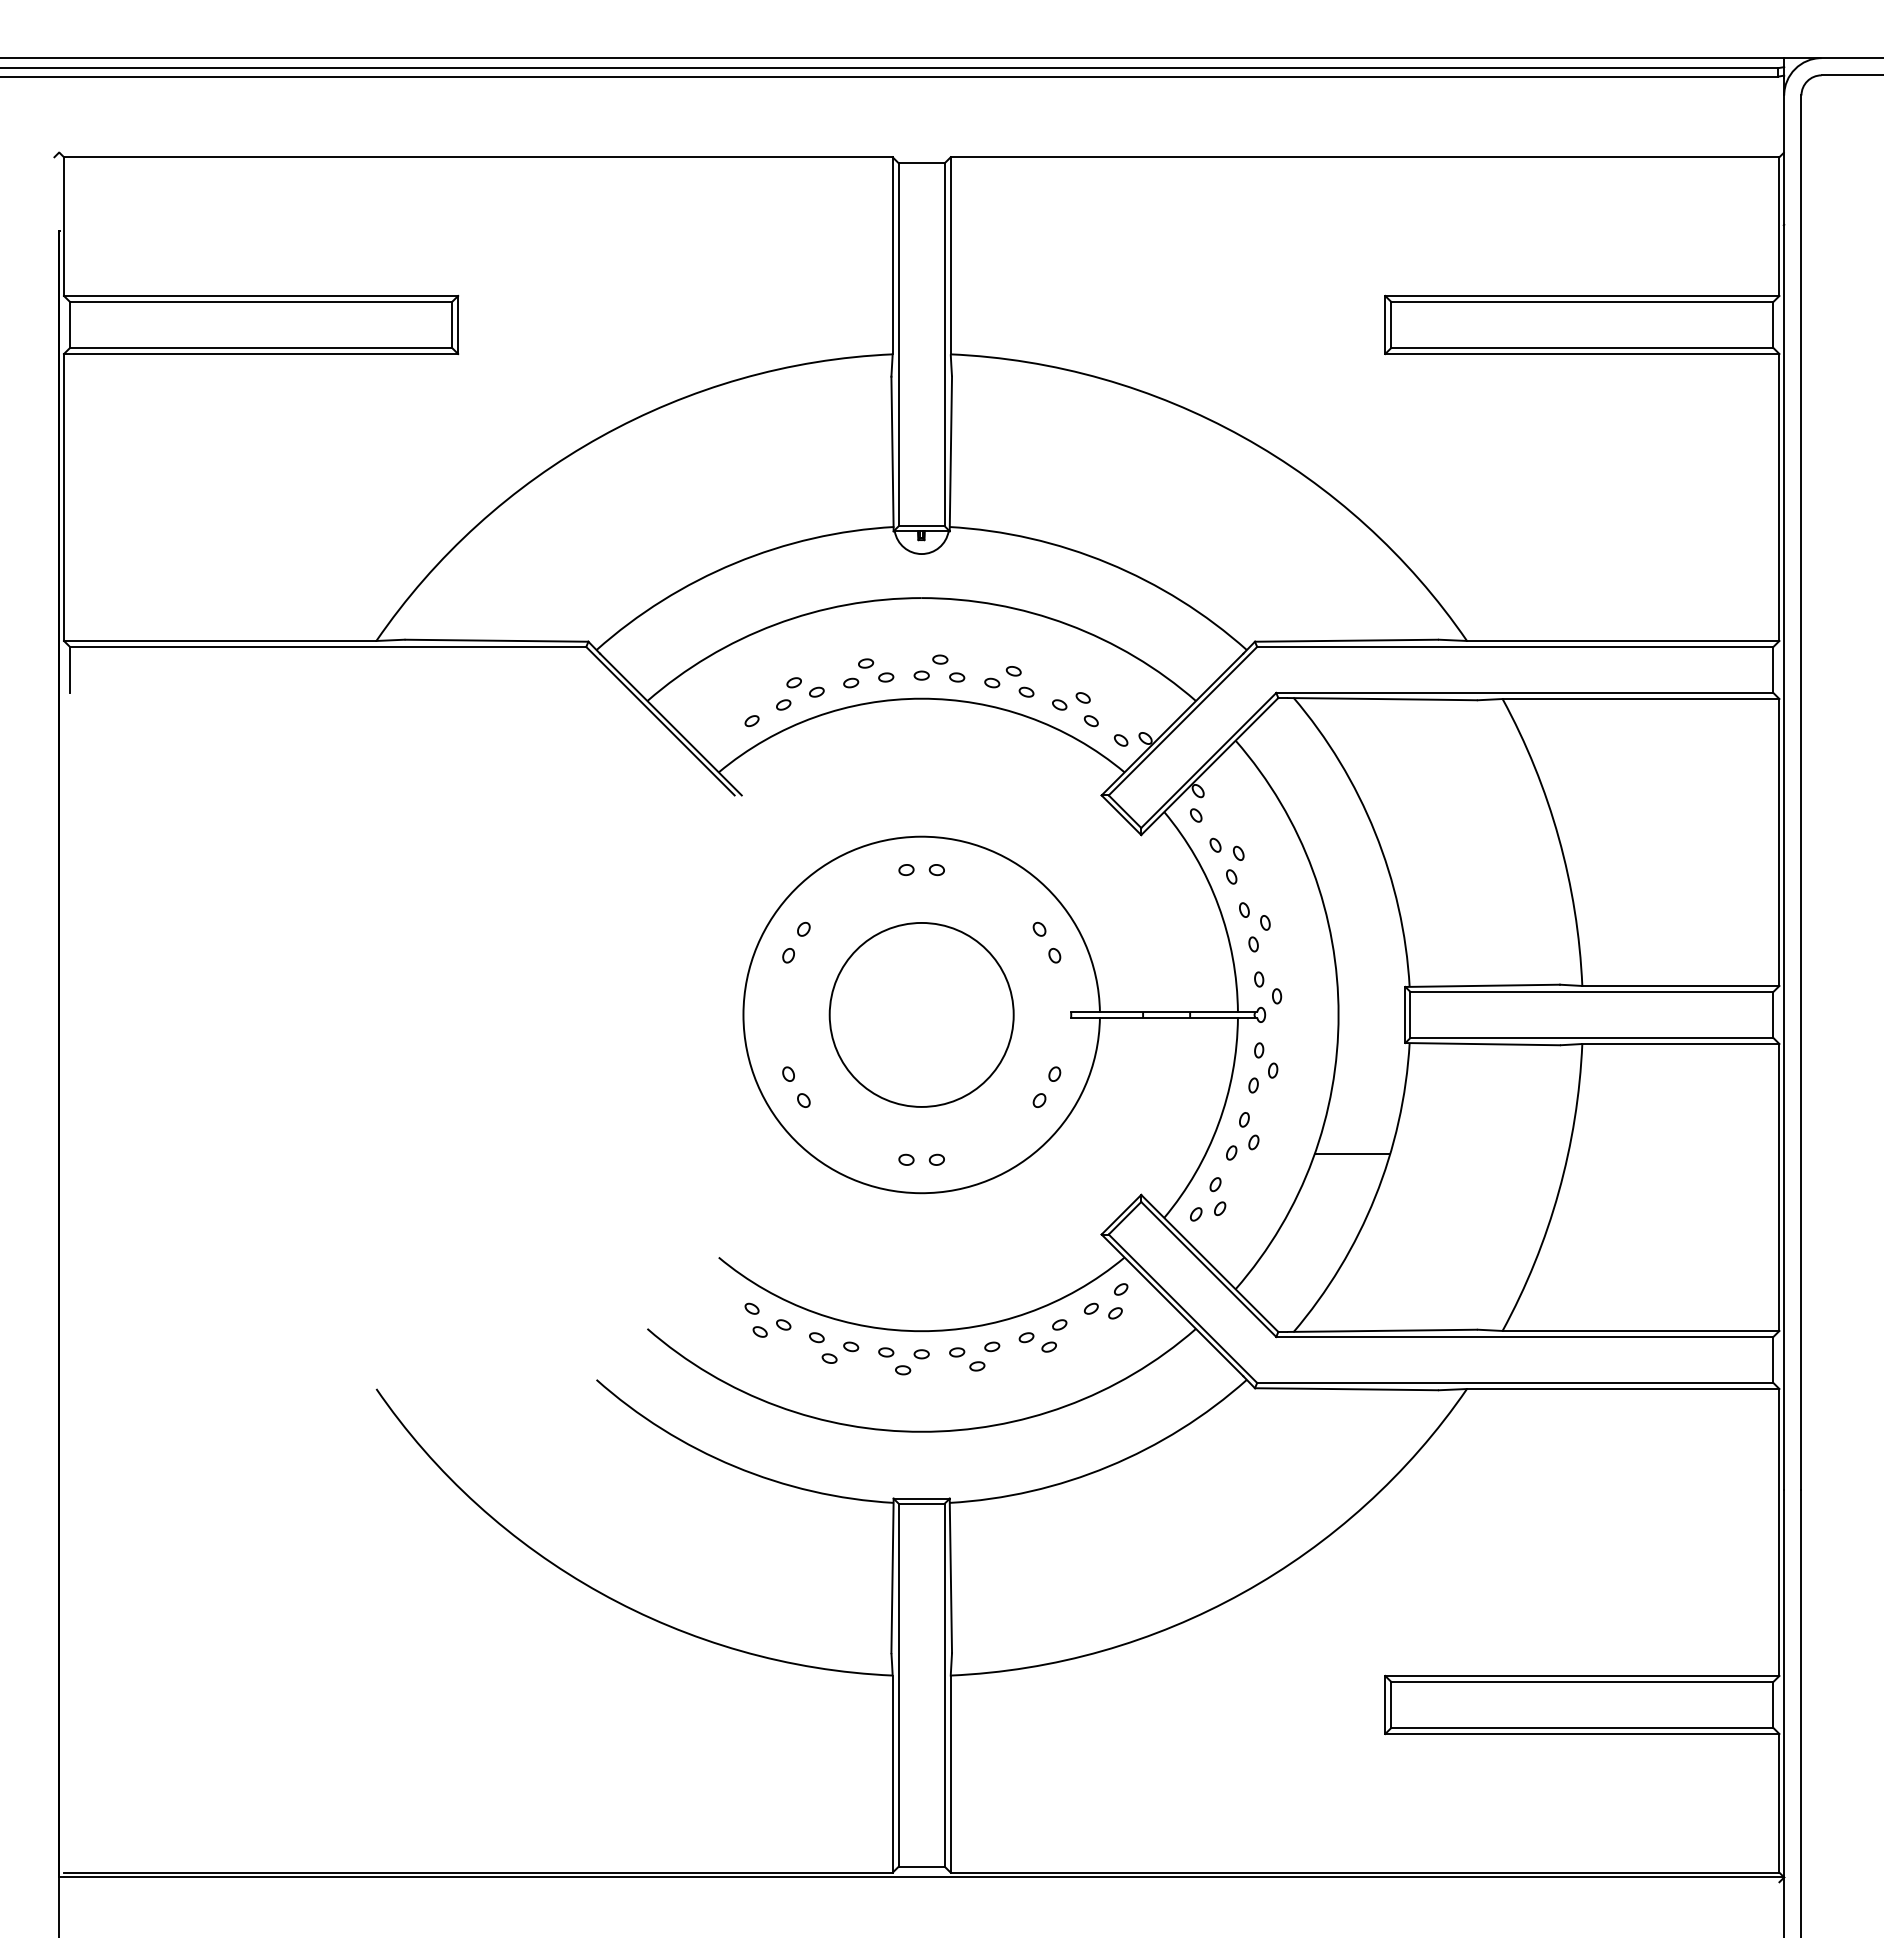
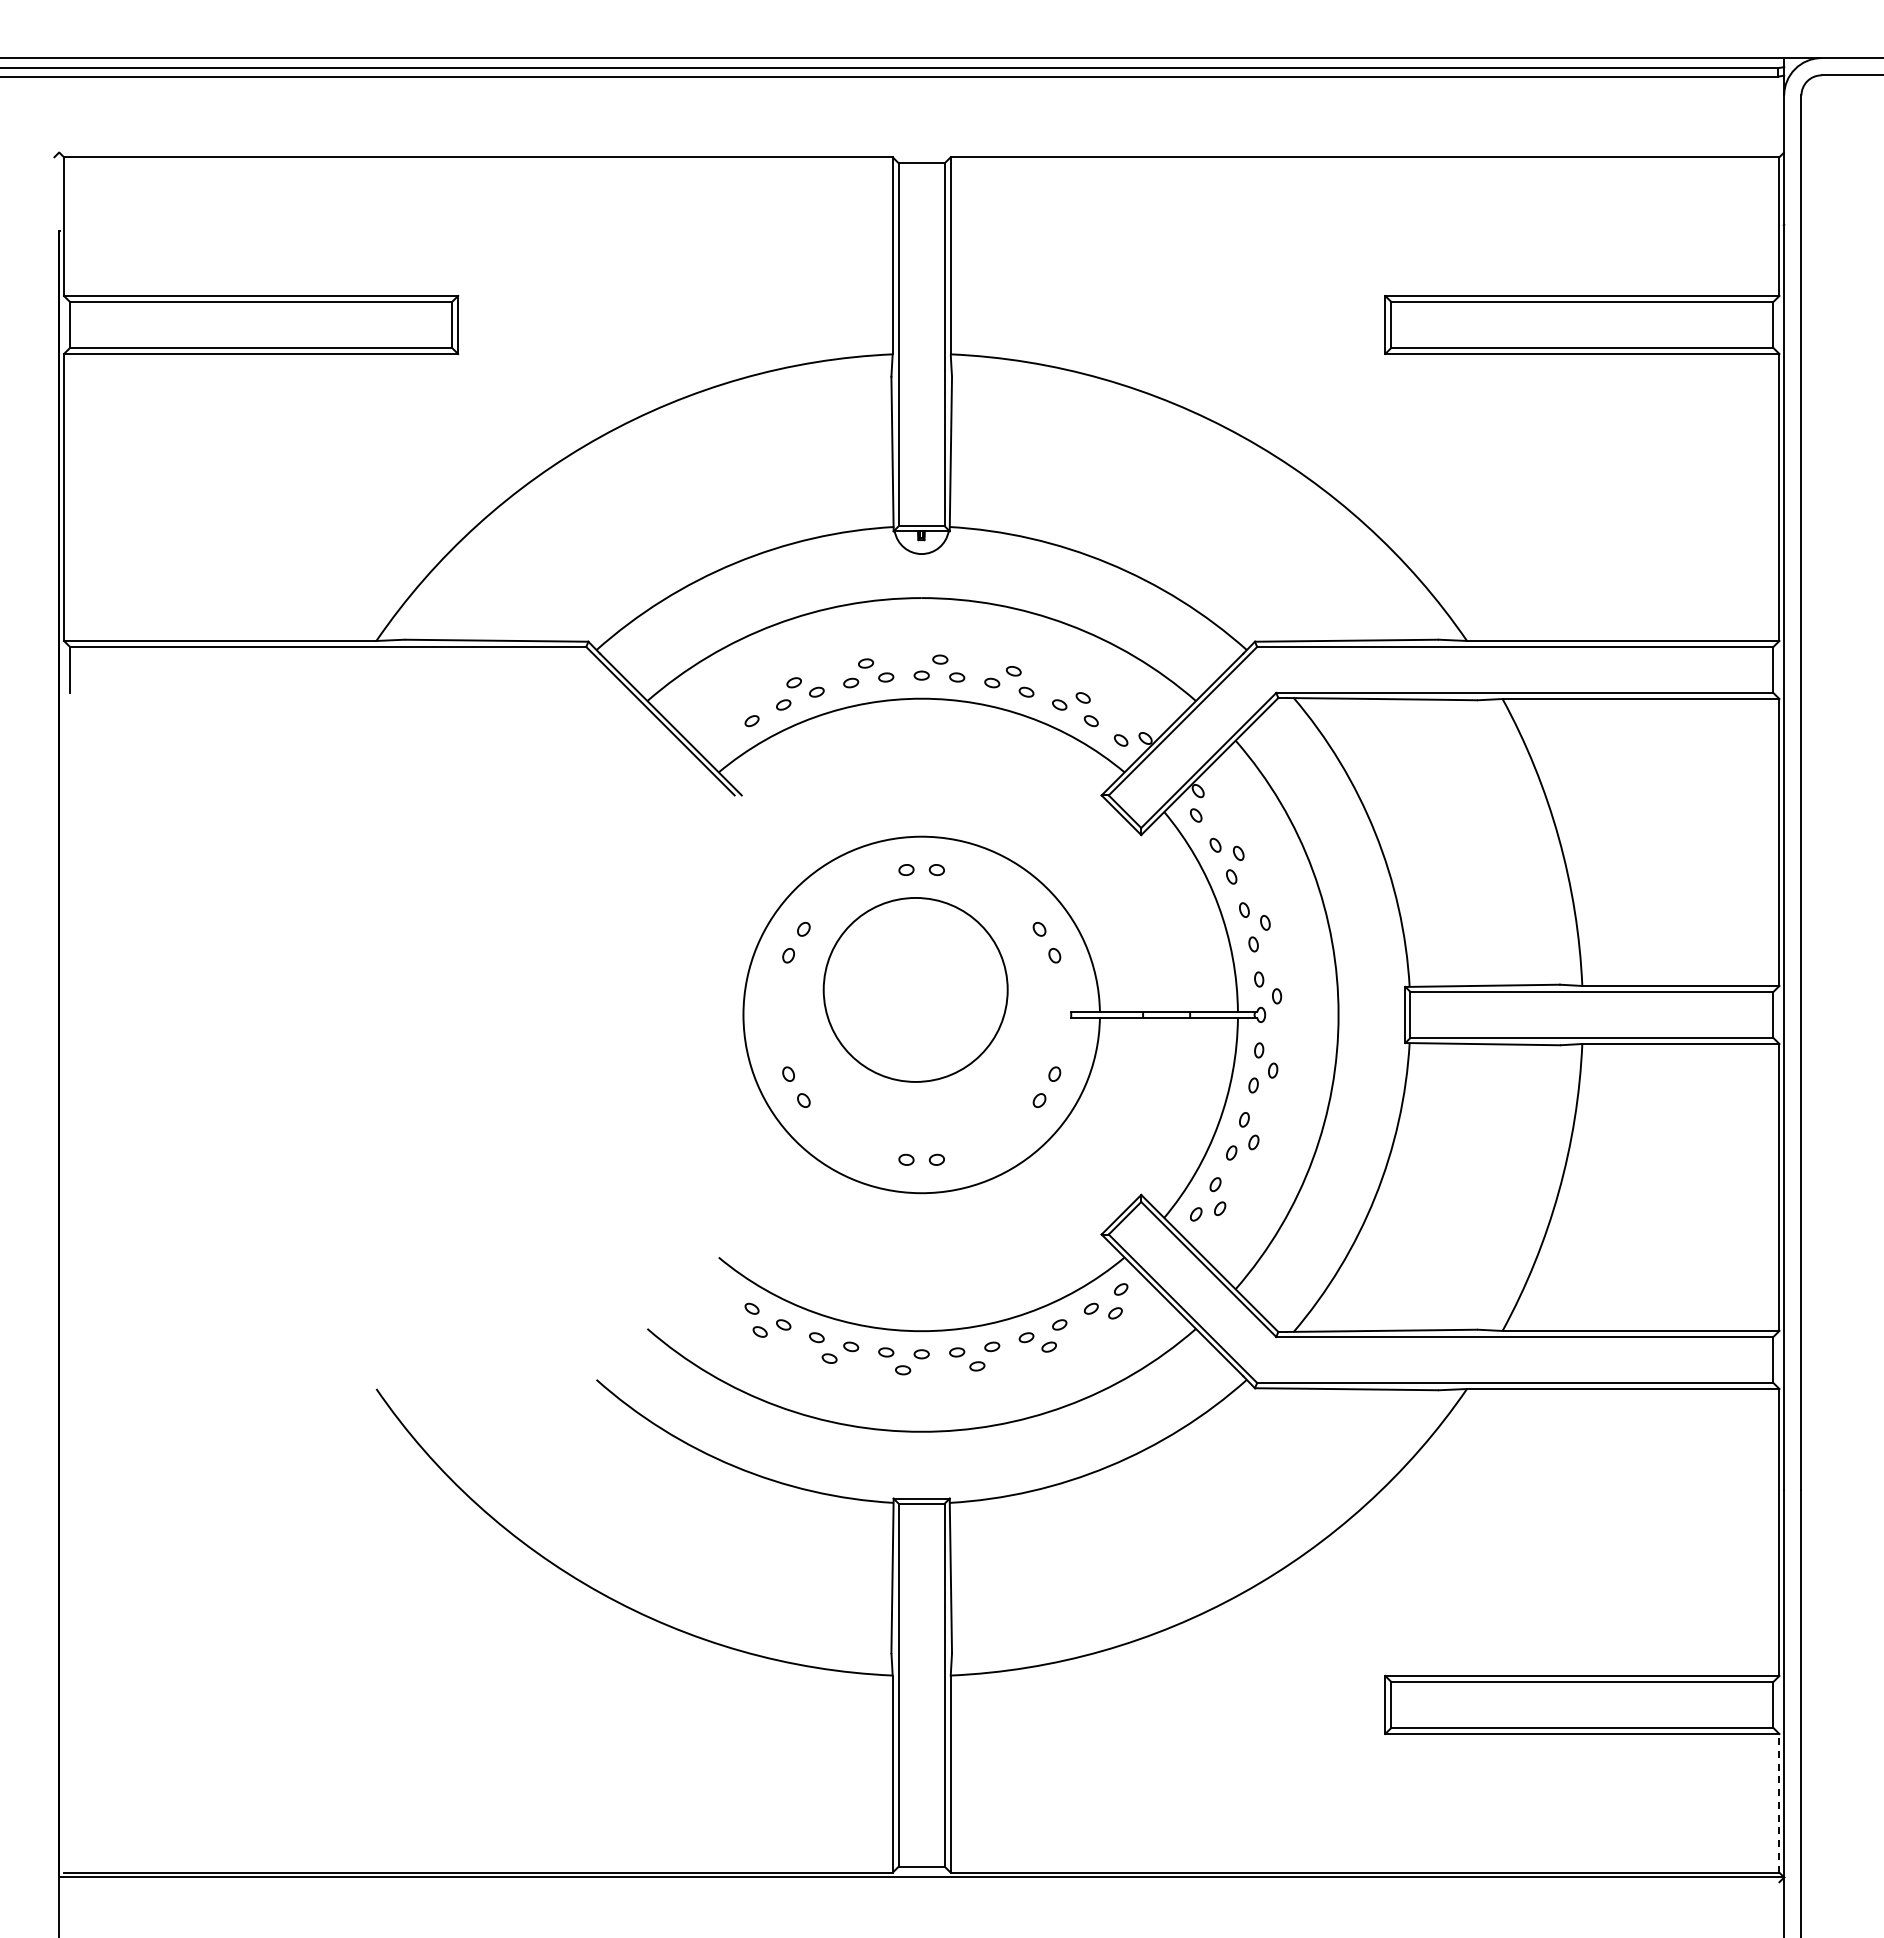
circle at (921, 1014) position: (921, 1014) -> (915, 989)
line at (1352, 1153): present -> none
line at (1779, 1802): solid -> dashed
